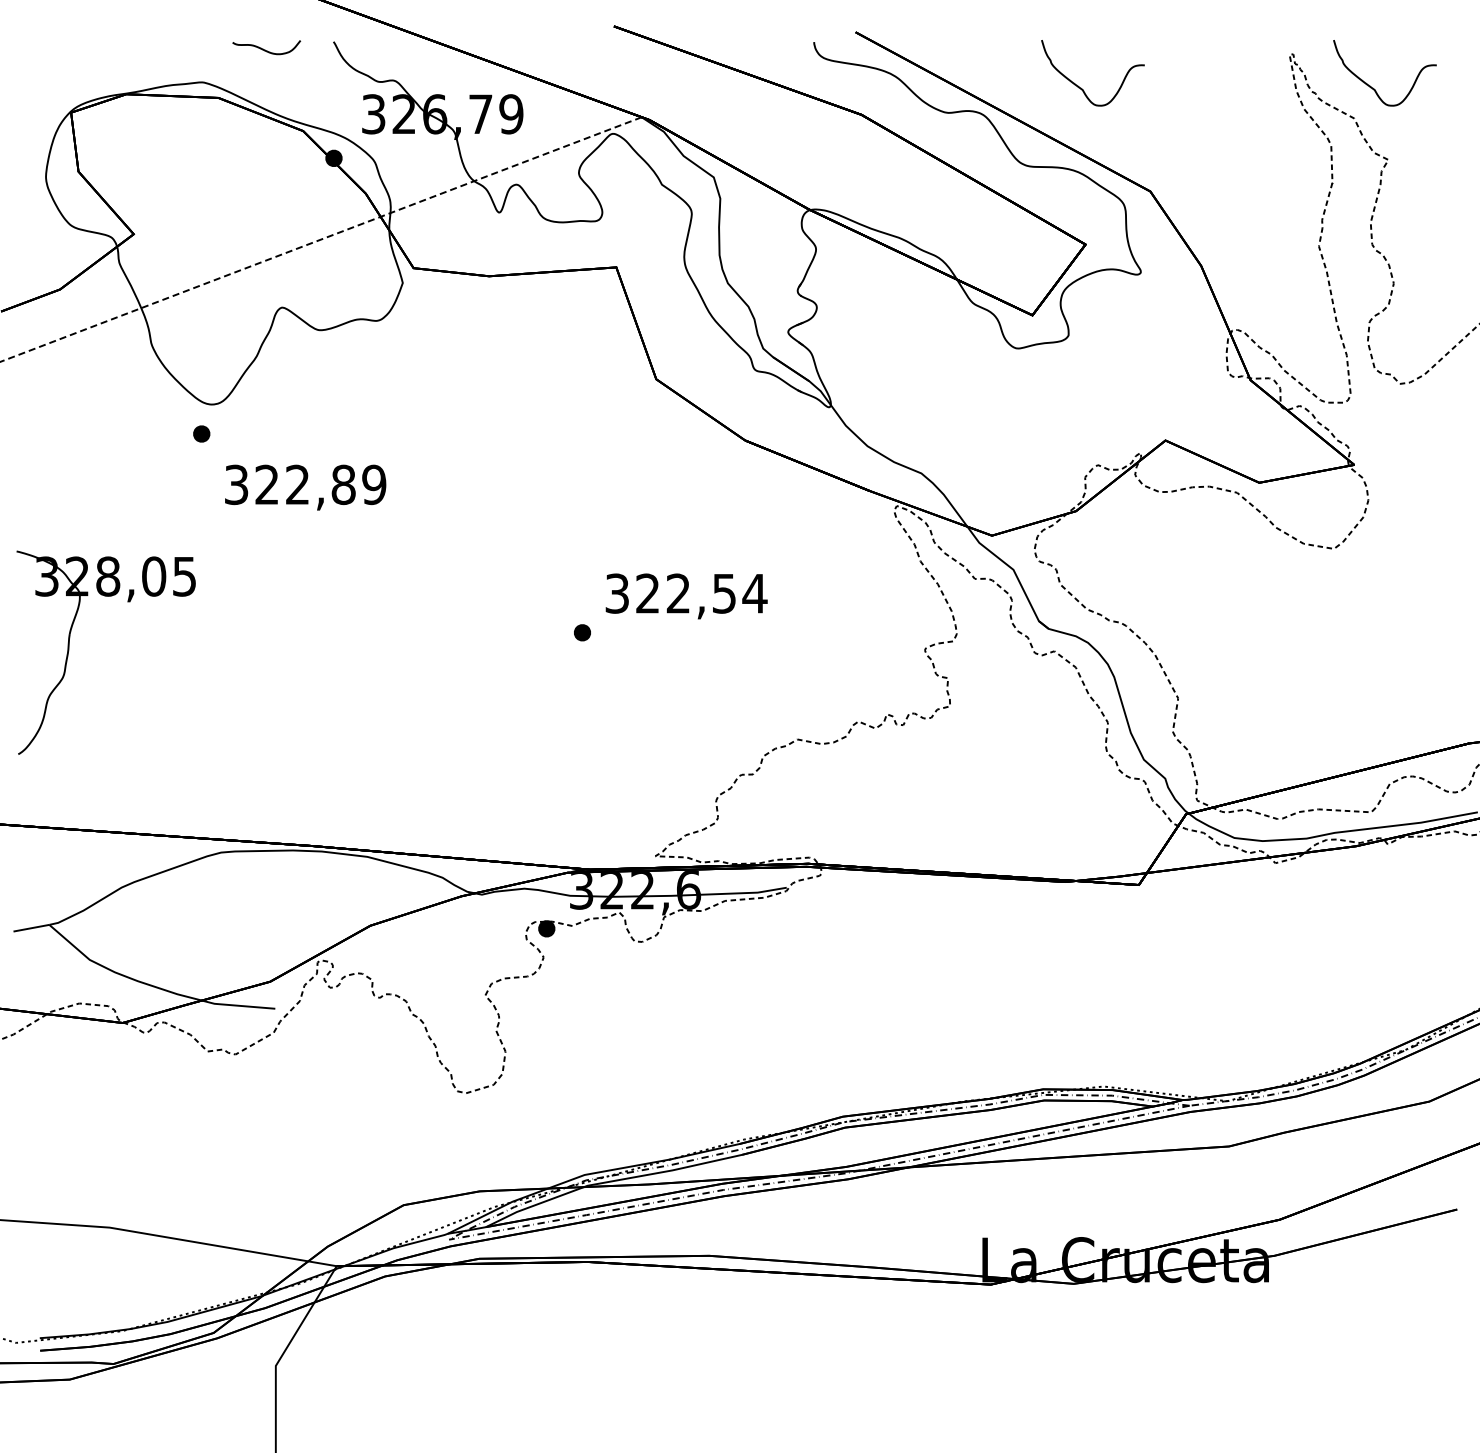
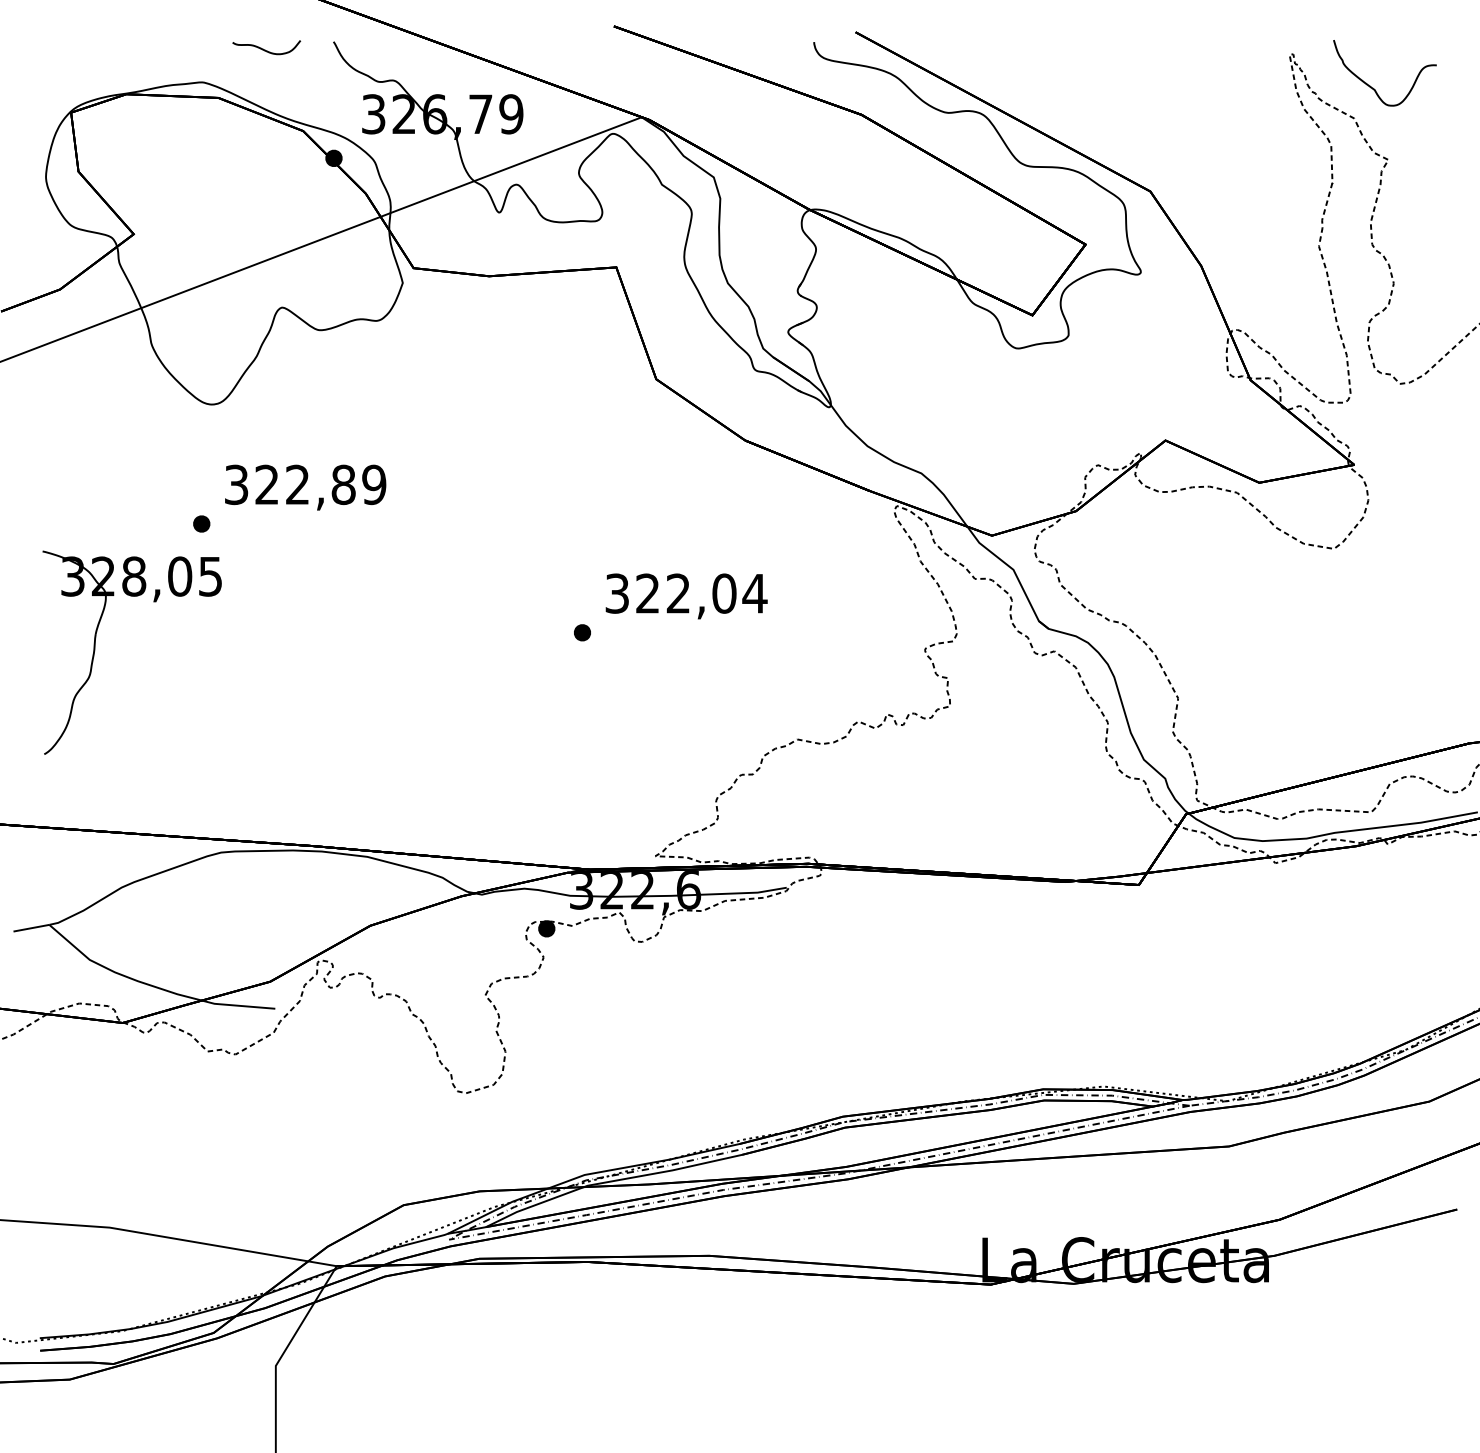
curve at (1081, 87): present -> none
line at (320, 239): dashed -> solid
part at (201, 433) position: (201, 433) -> (201, 523)
text at (724, 593): 322,54 -> 322,04
part at (69, 650) position: (69, 650) -> (95, 650)
